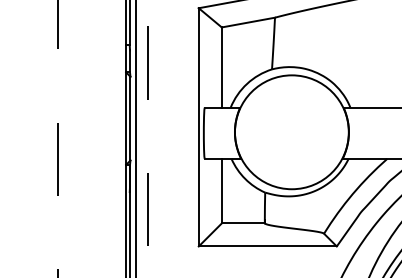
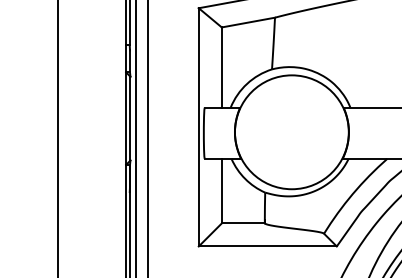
line at (57, 138): dashed -> solid
line at (147, 139): dashed -> solid
